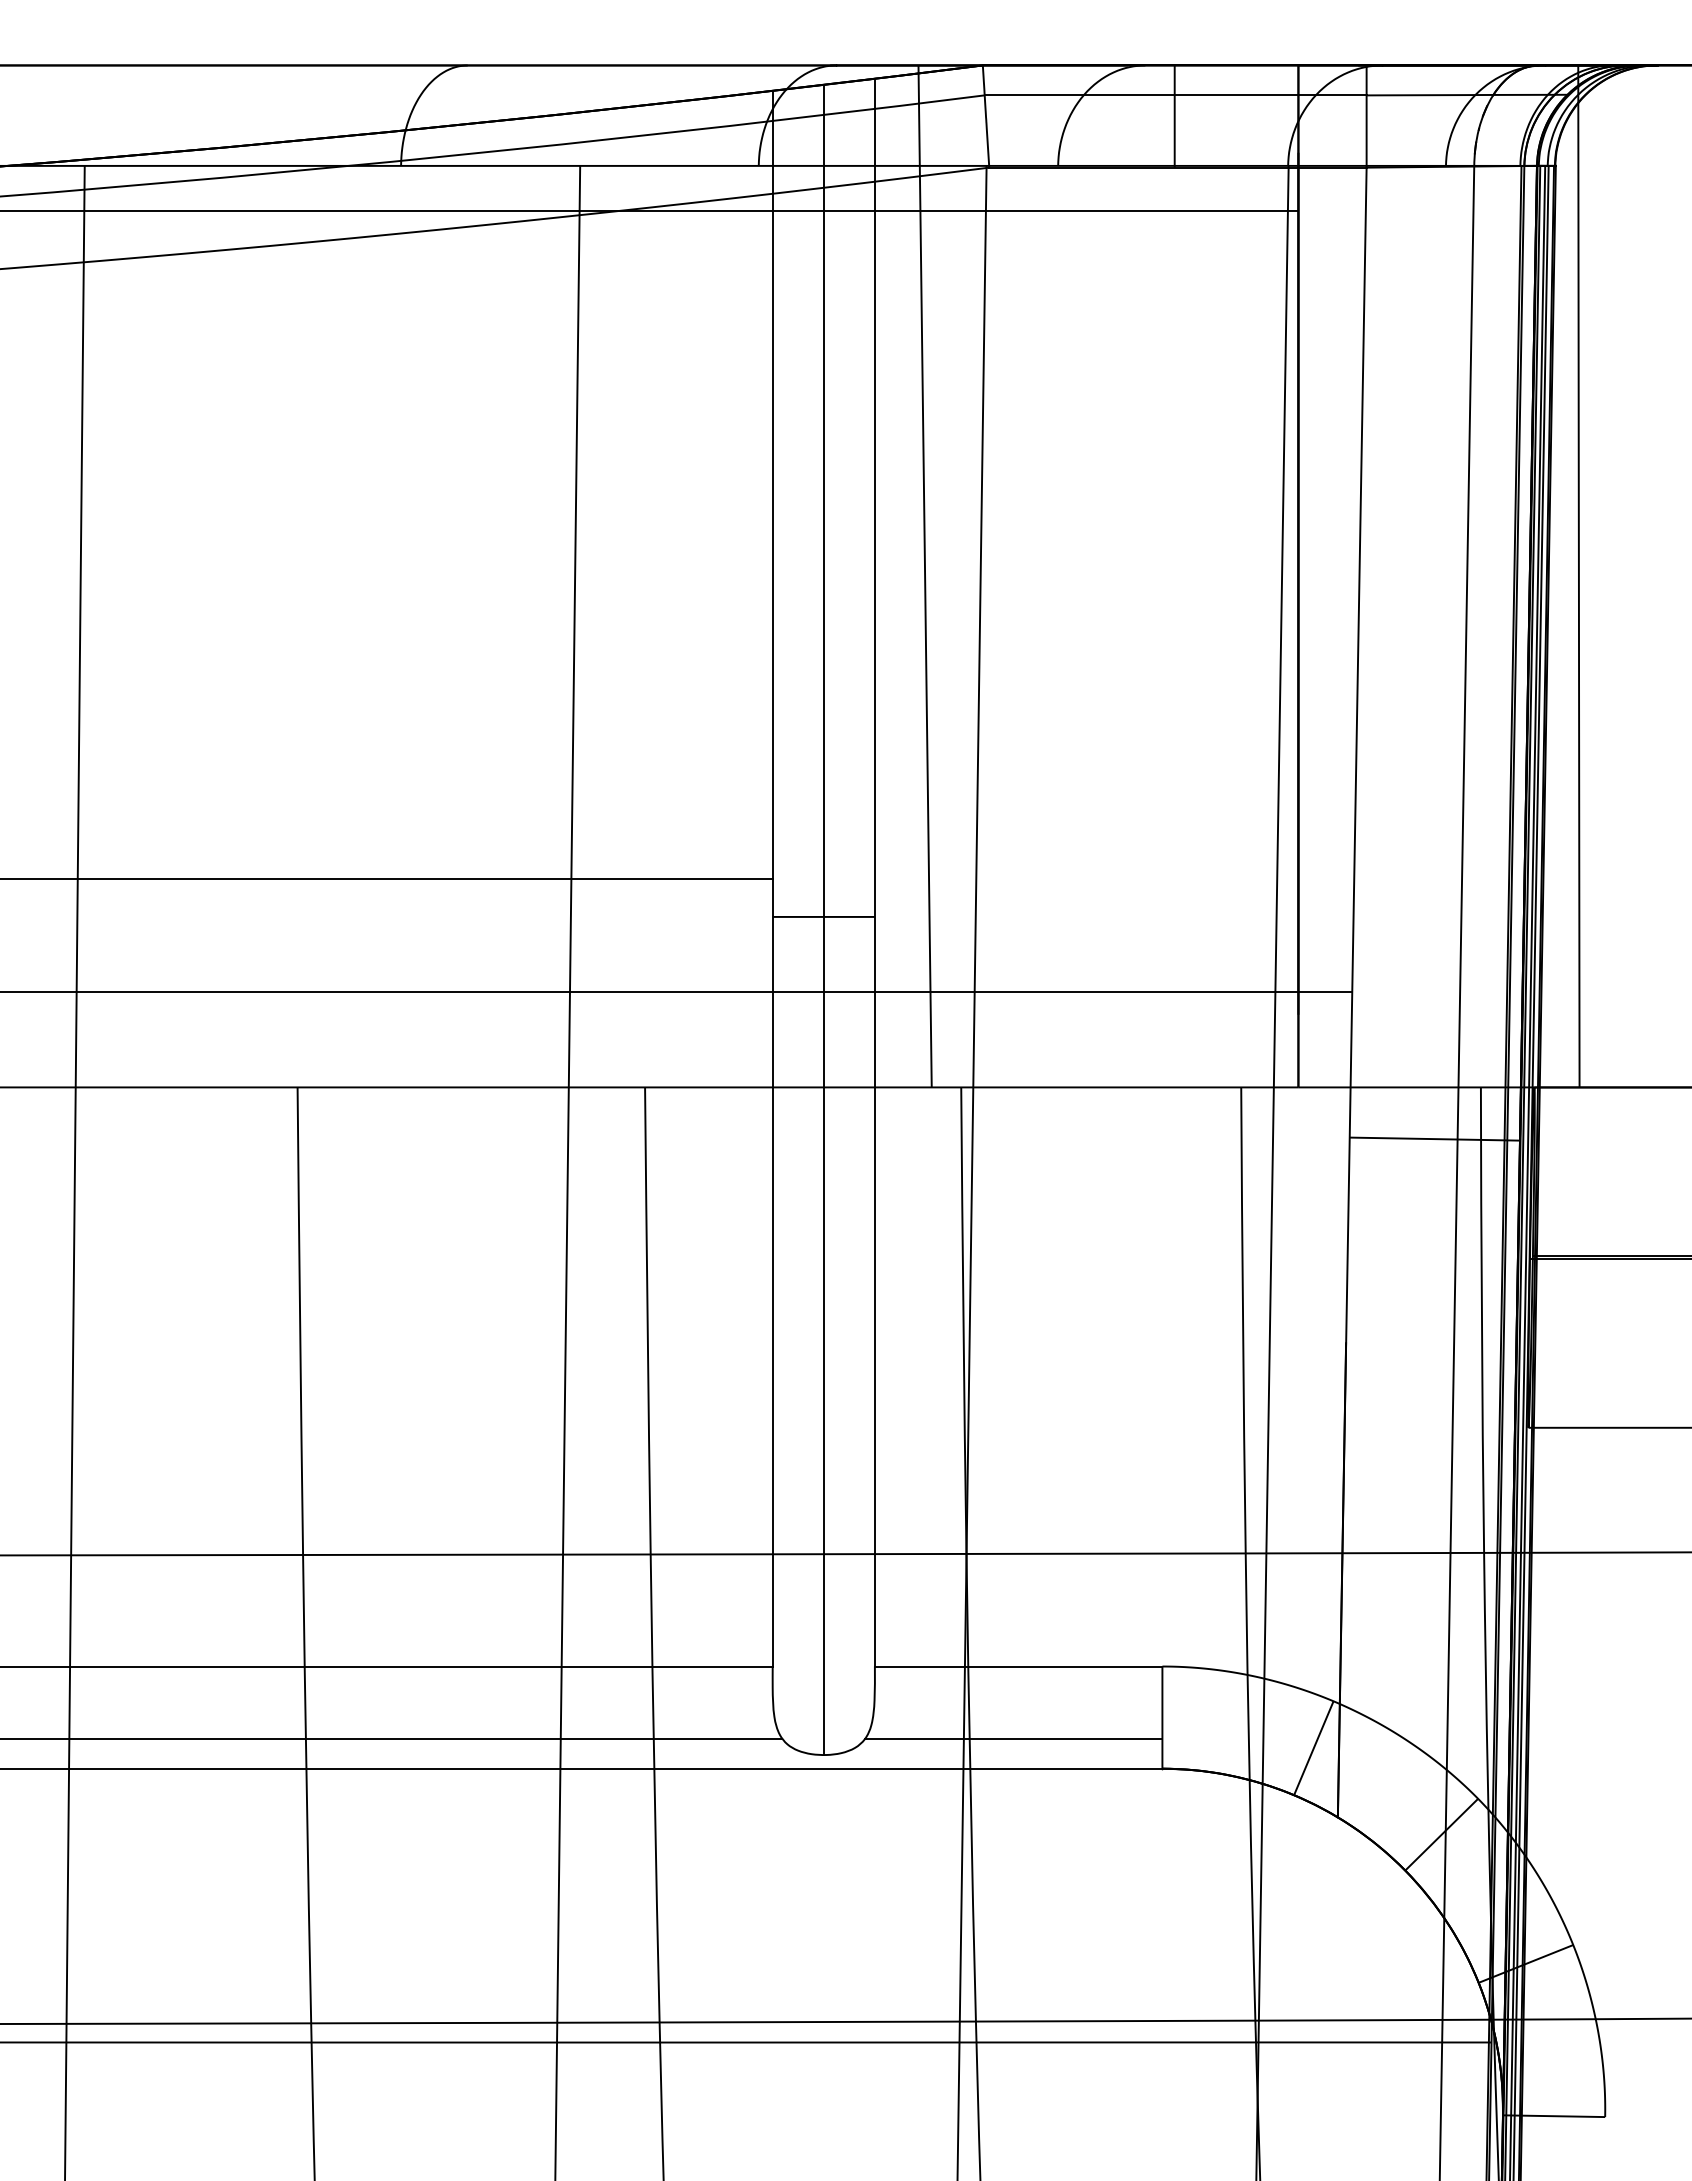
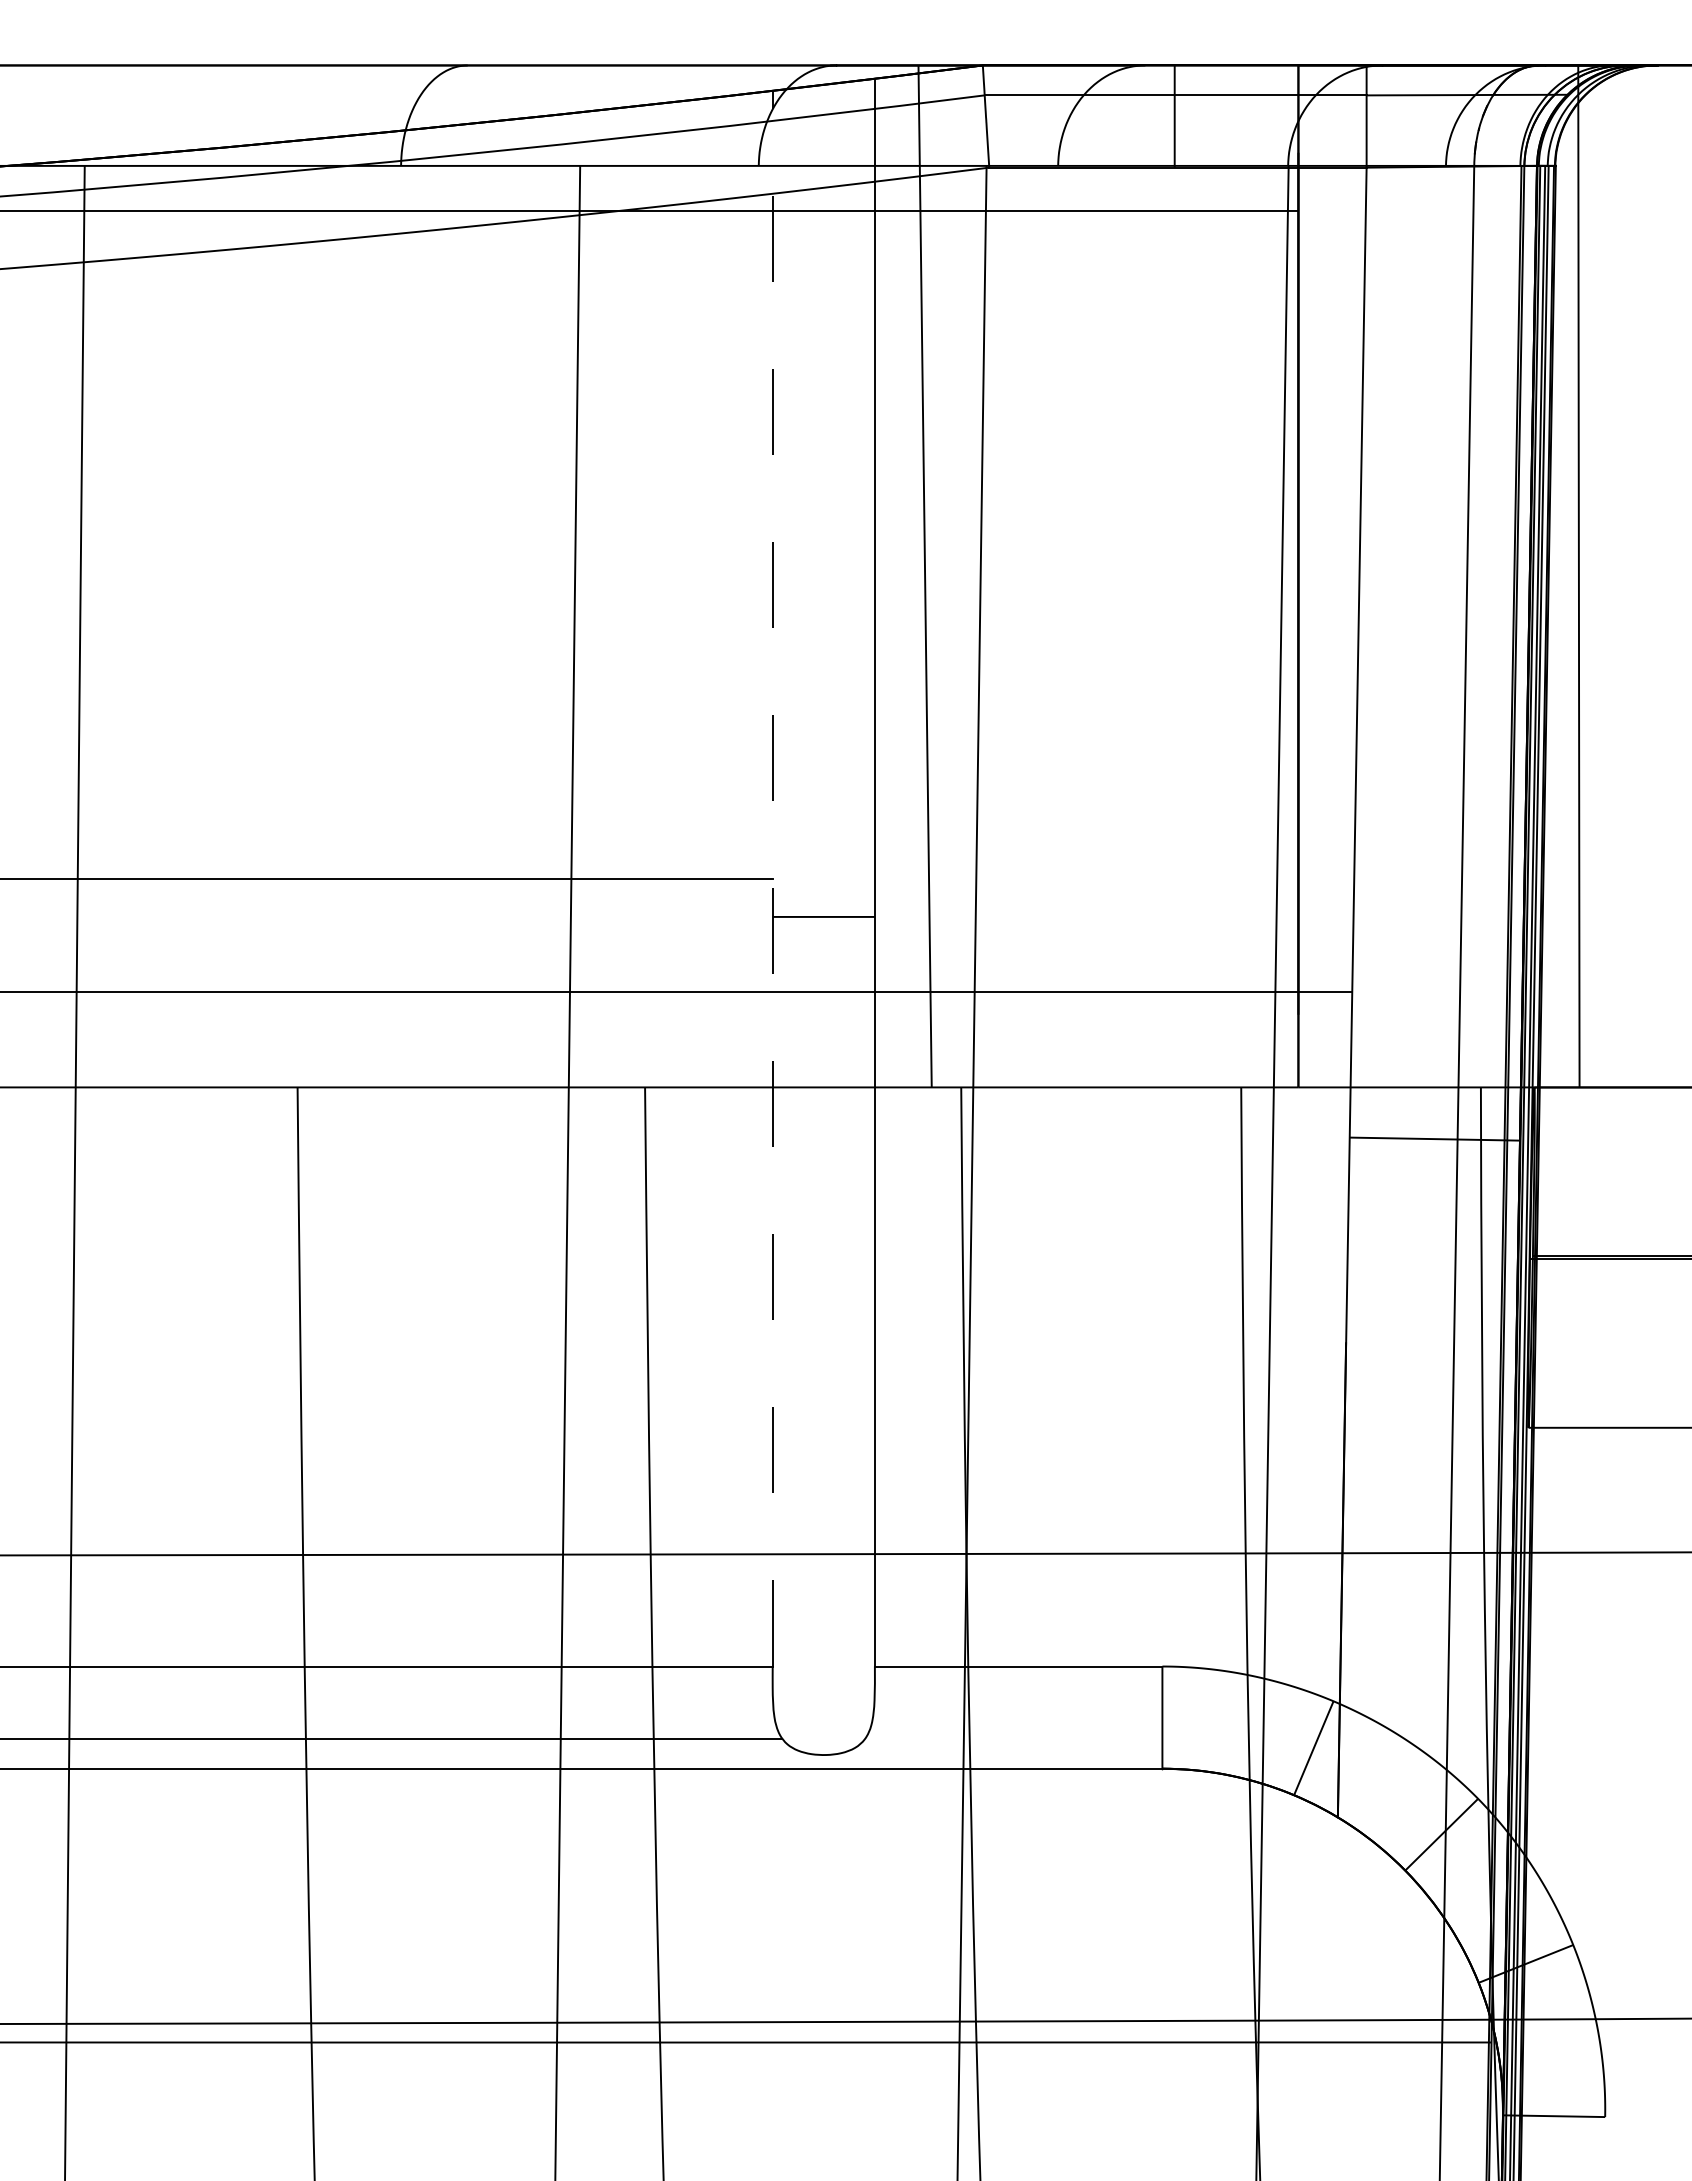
line at (772, 878): solid -> dashed
line at (823, 919): present -> none
line at (1013, 1738): present -> none
